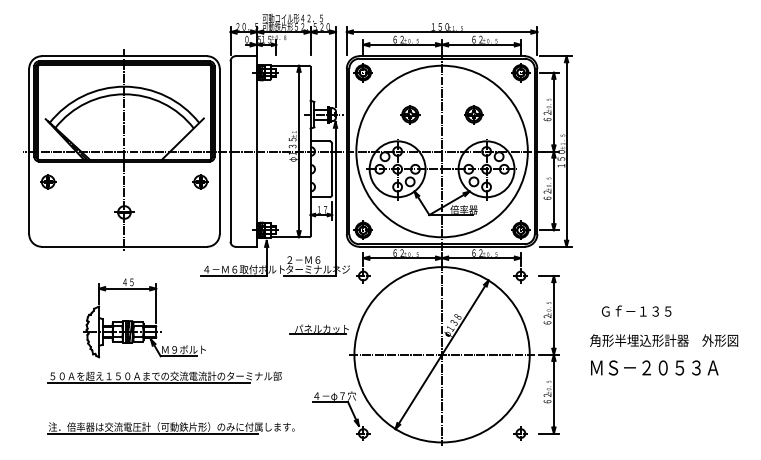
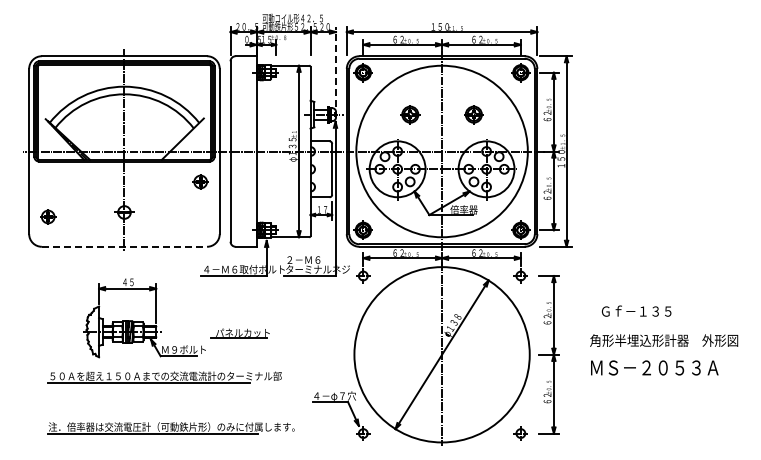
line at (336, 66): solid -> dashed
part at (48, 181) position: (48, 181) -> (48, 216)
line at (124, 246): solid -> dashed
part at (318, 329) position: (318, 329) -> (239, 333)
line at (441, 354): present -> none
